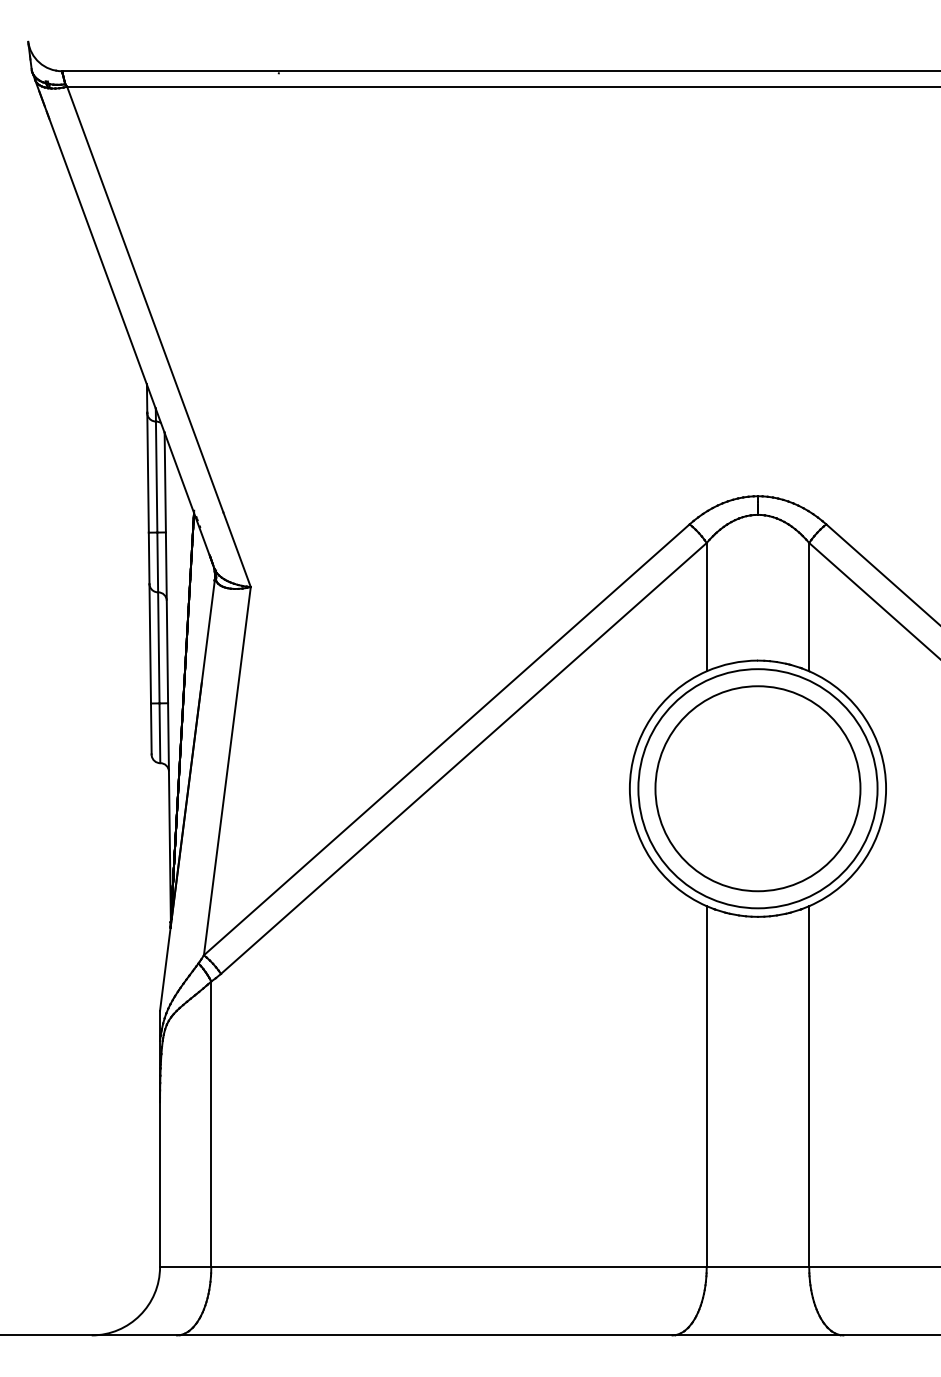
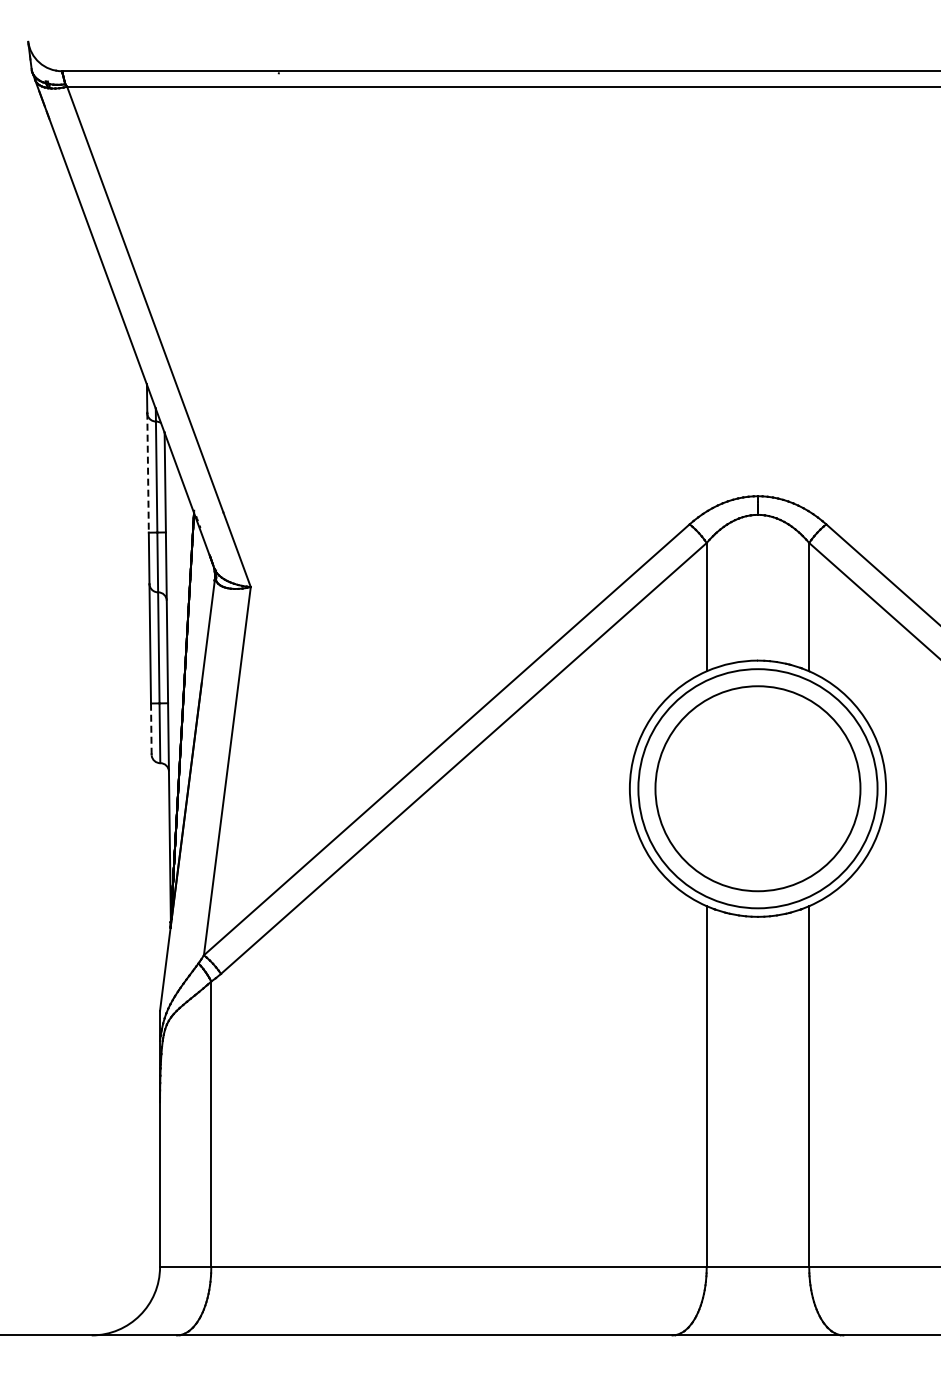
line at (148, 472): solid -> dashed
line at (151, 729): solid -> dashed
